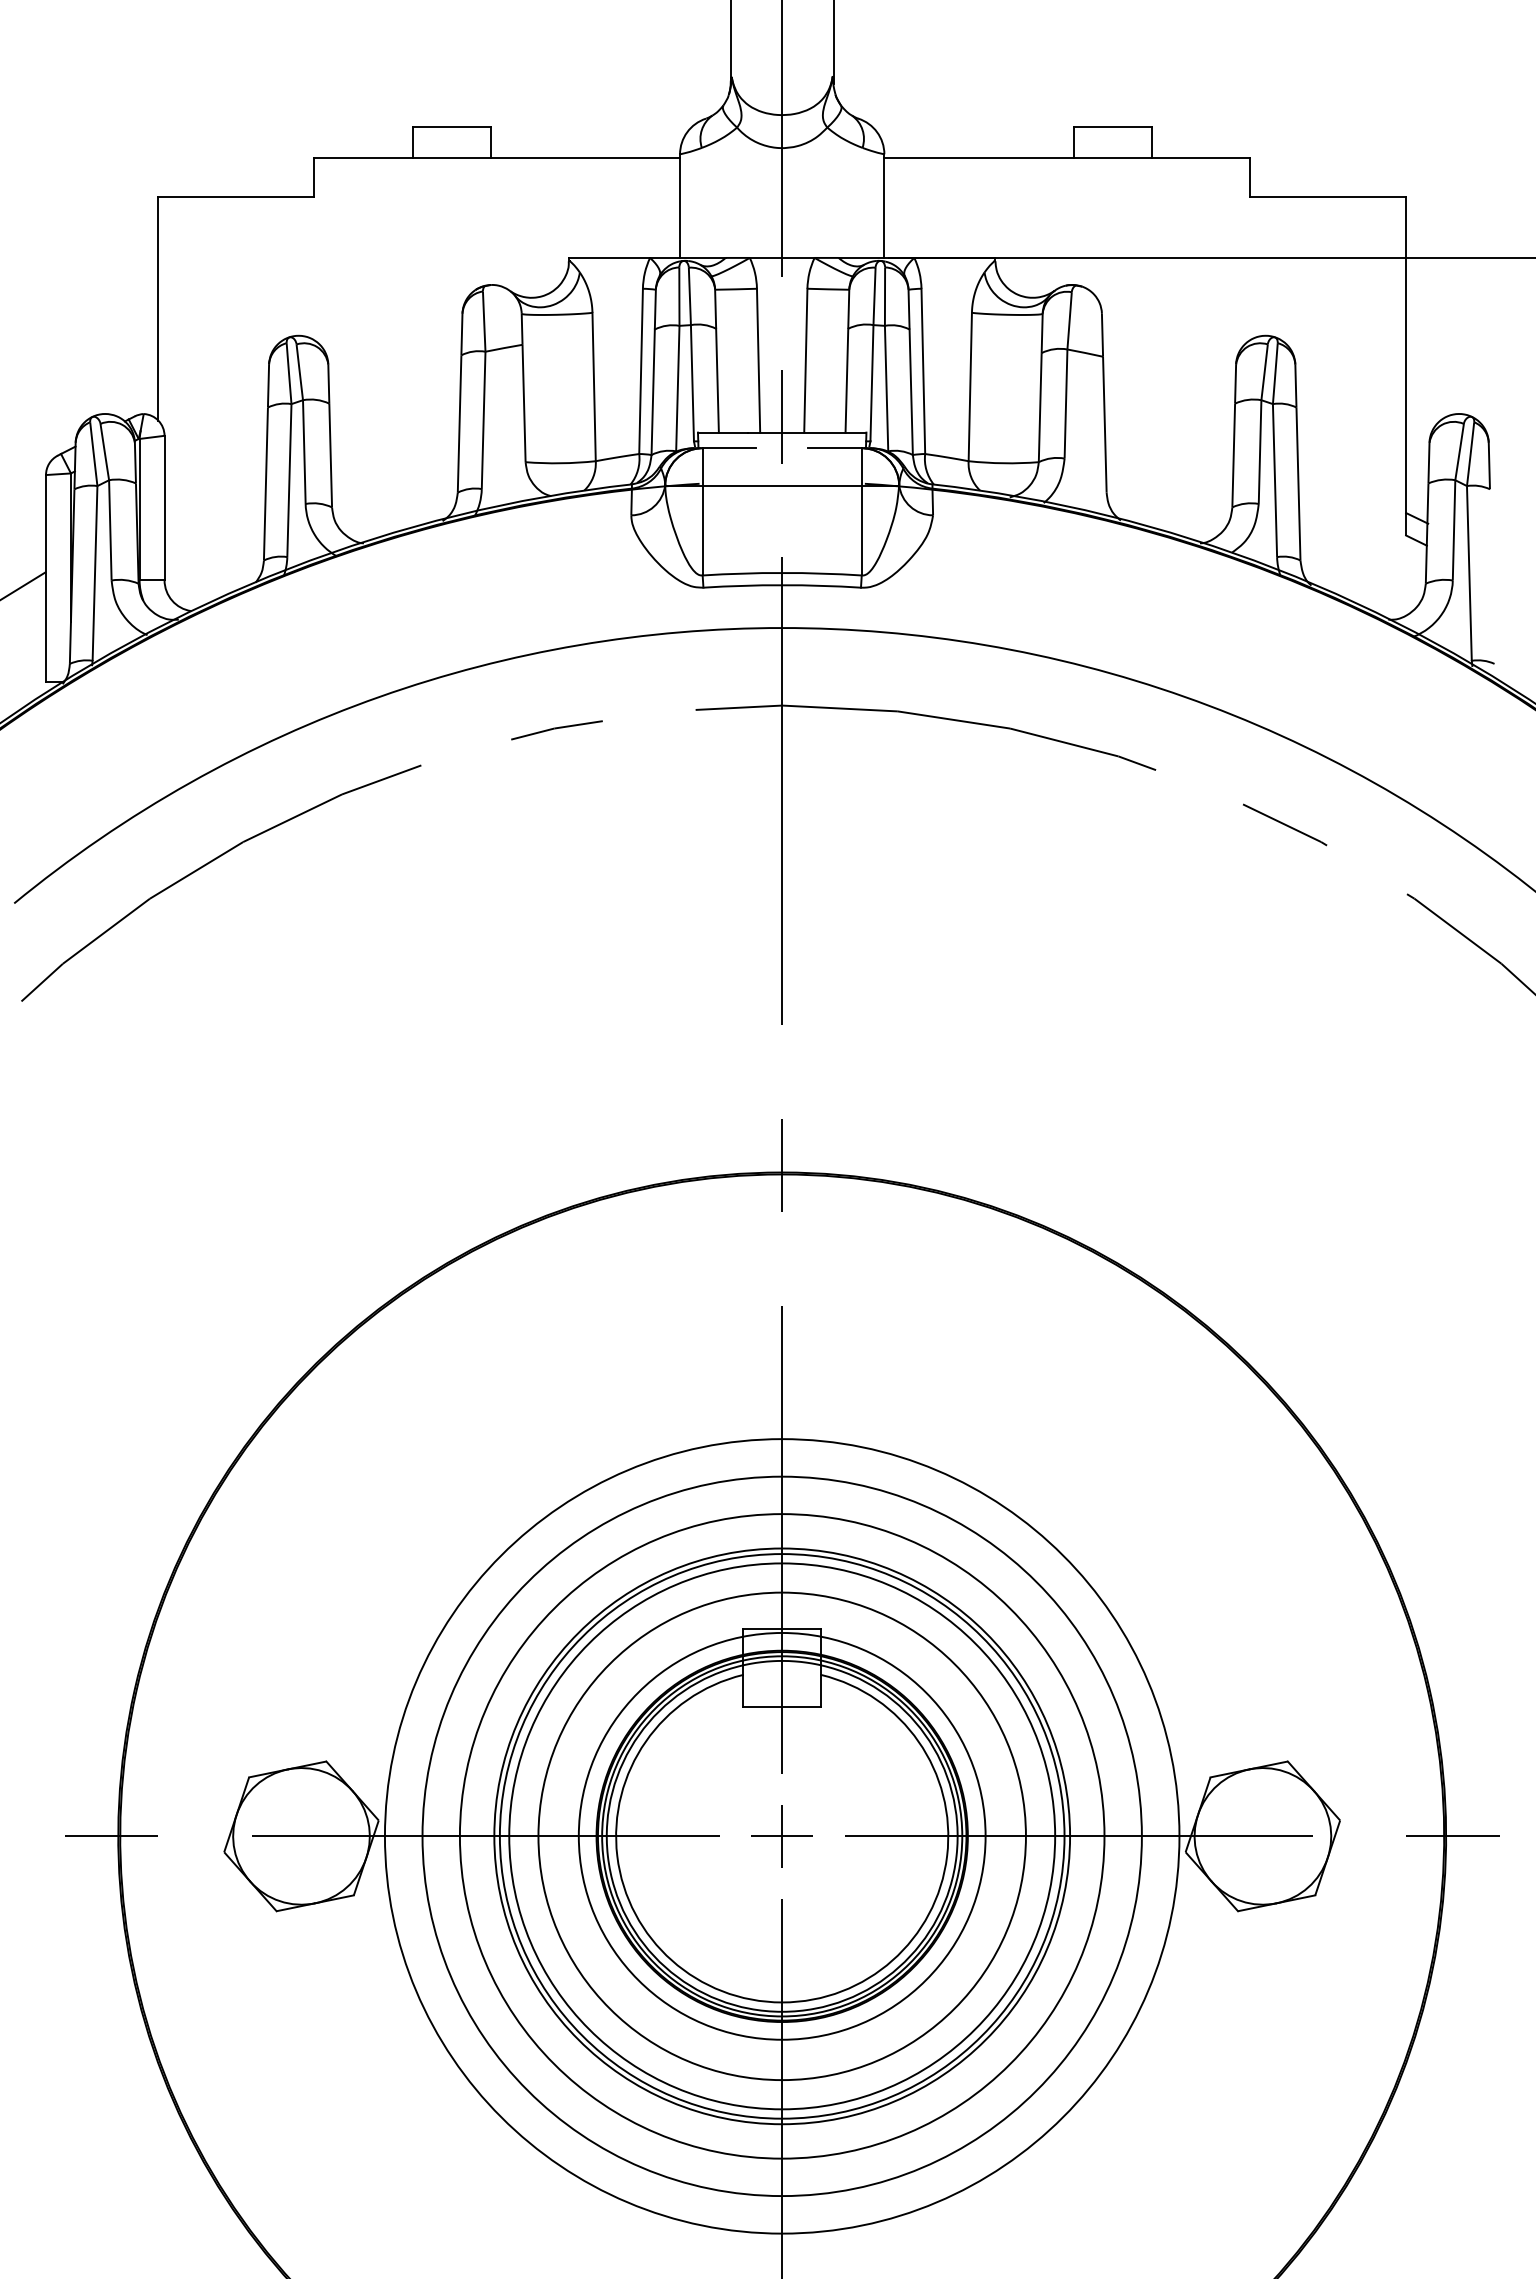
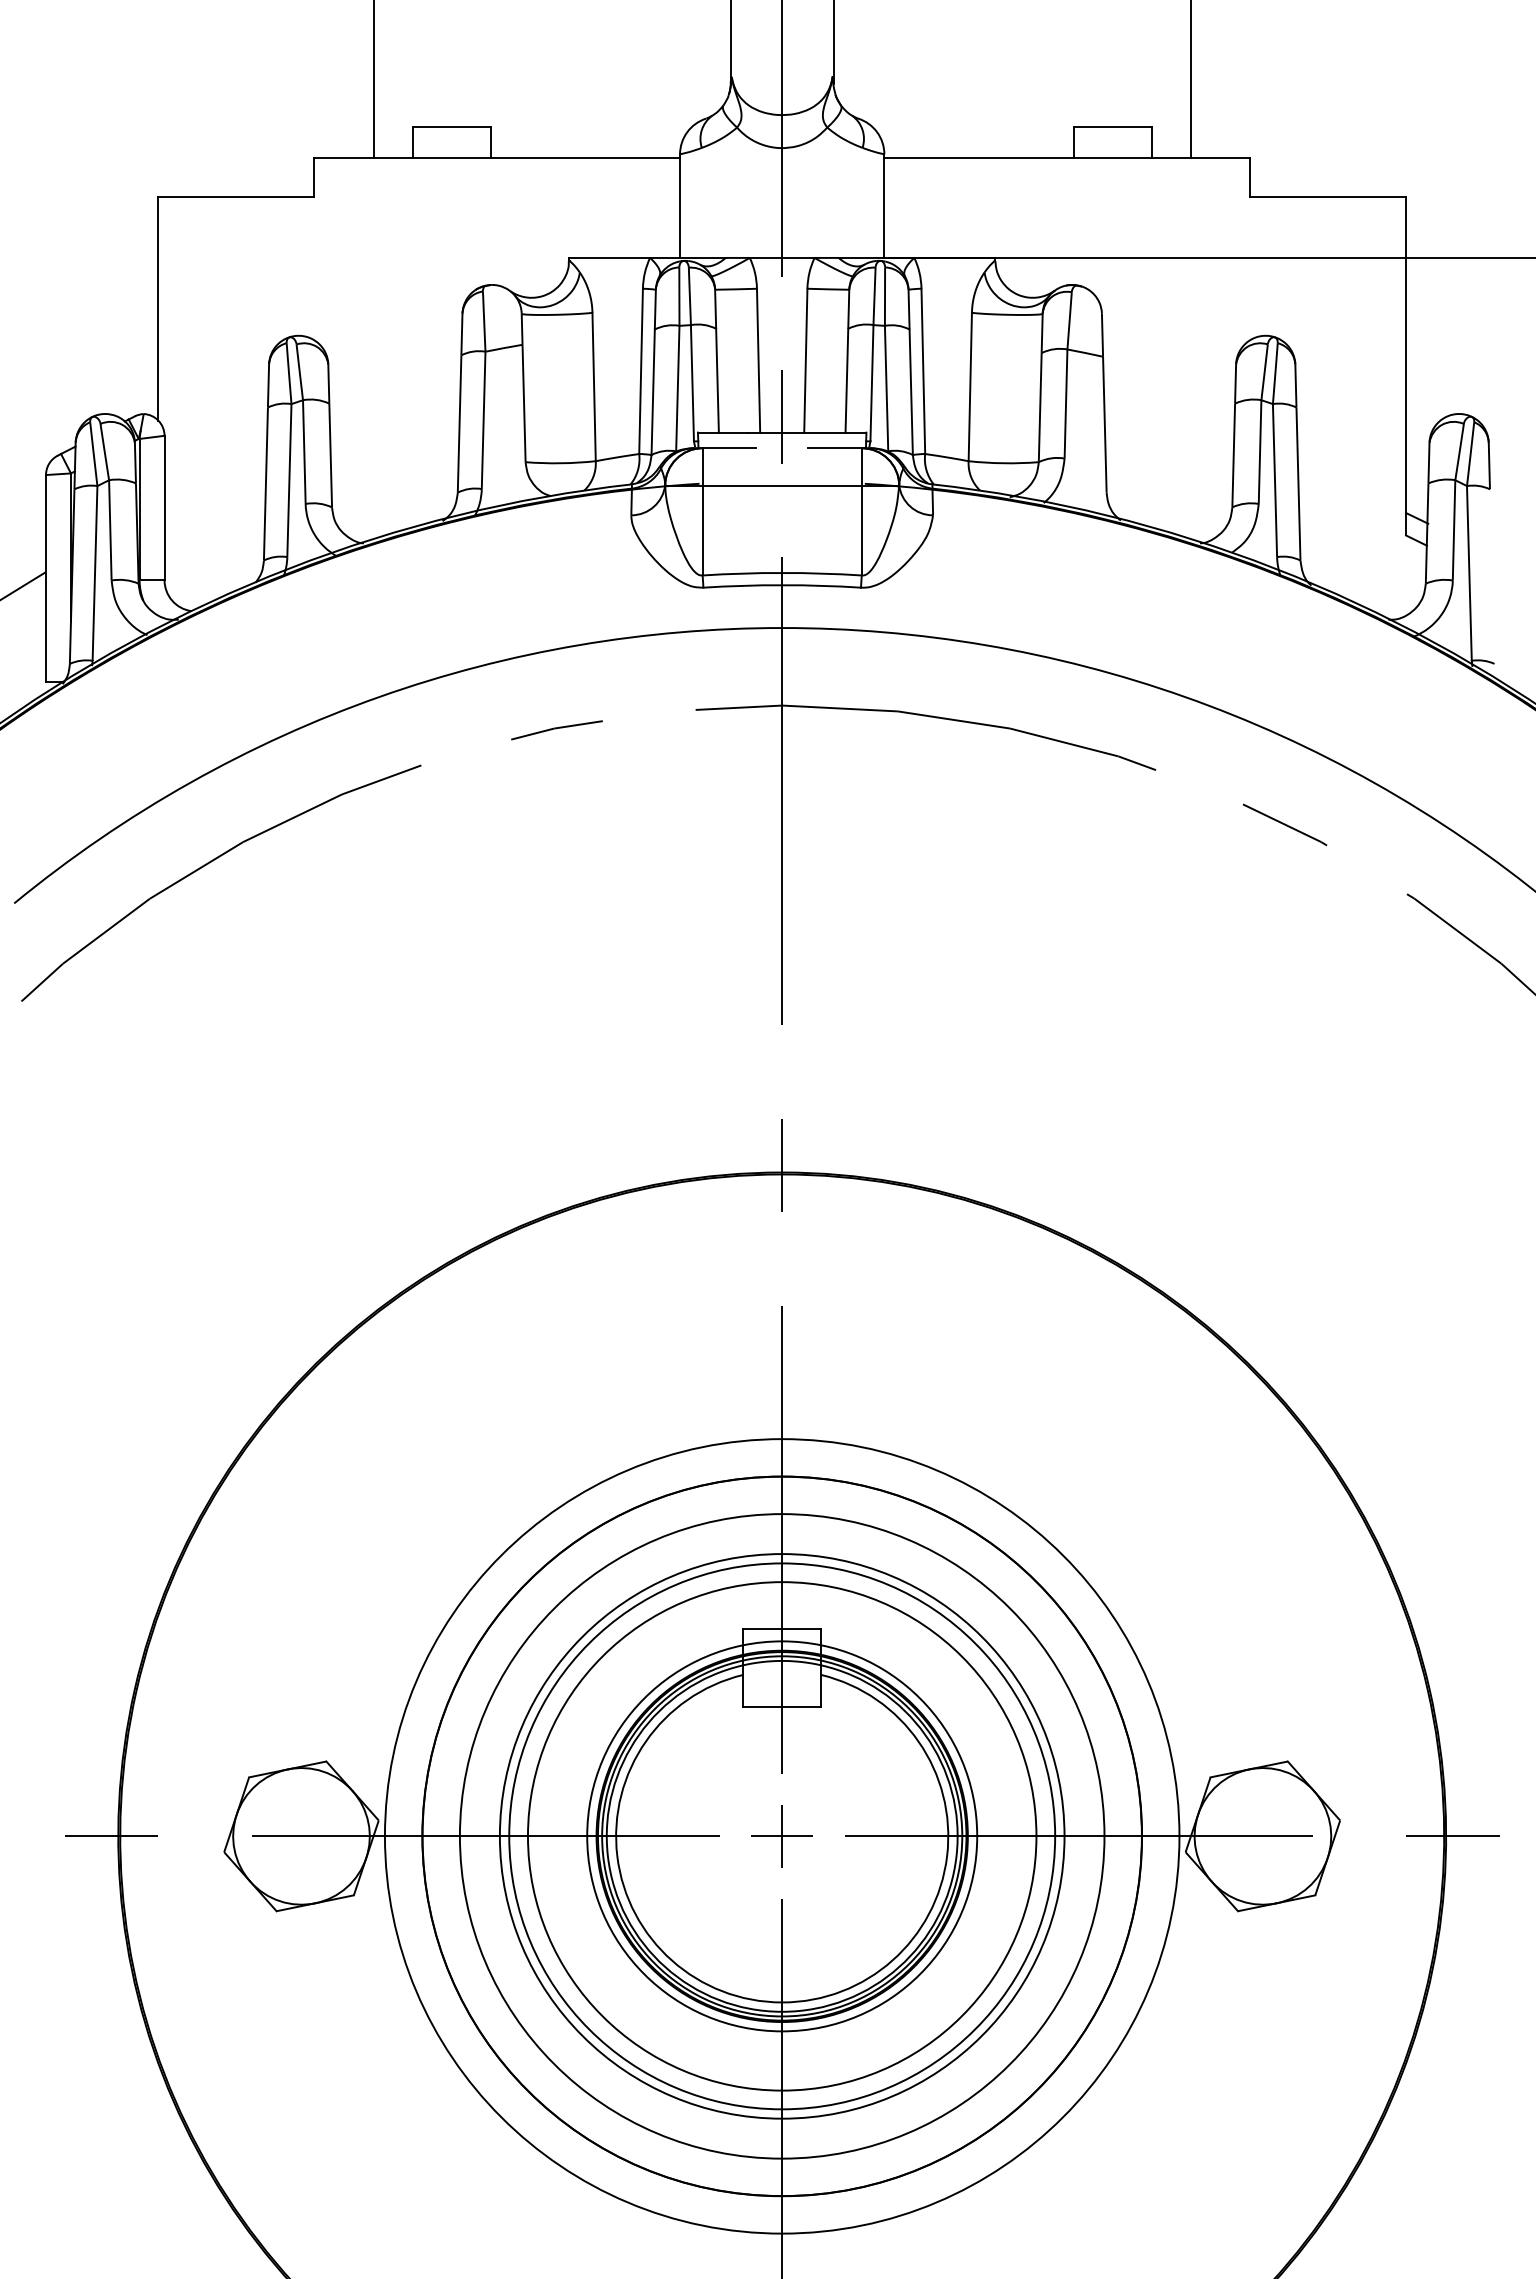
line at (373, 80): none -> present
line at (1190, 80): none -> present
circle at (781, 1835) diameter: 407 px -> 508 px
circle at (781, 1836) diameter: 487 px -> 390 px
circle at (782, 1836) diameter: 576 px -> 720 px
